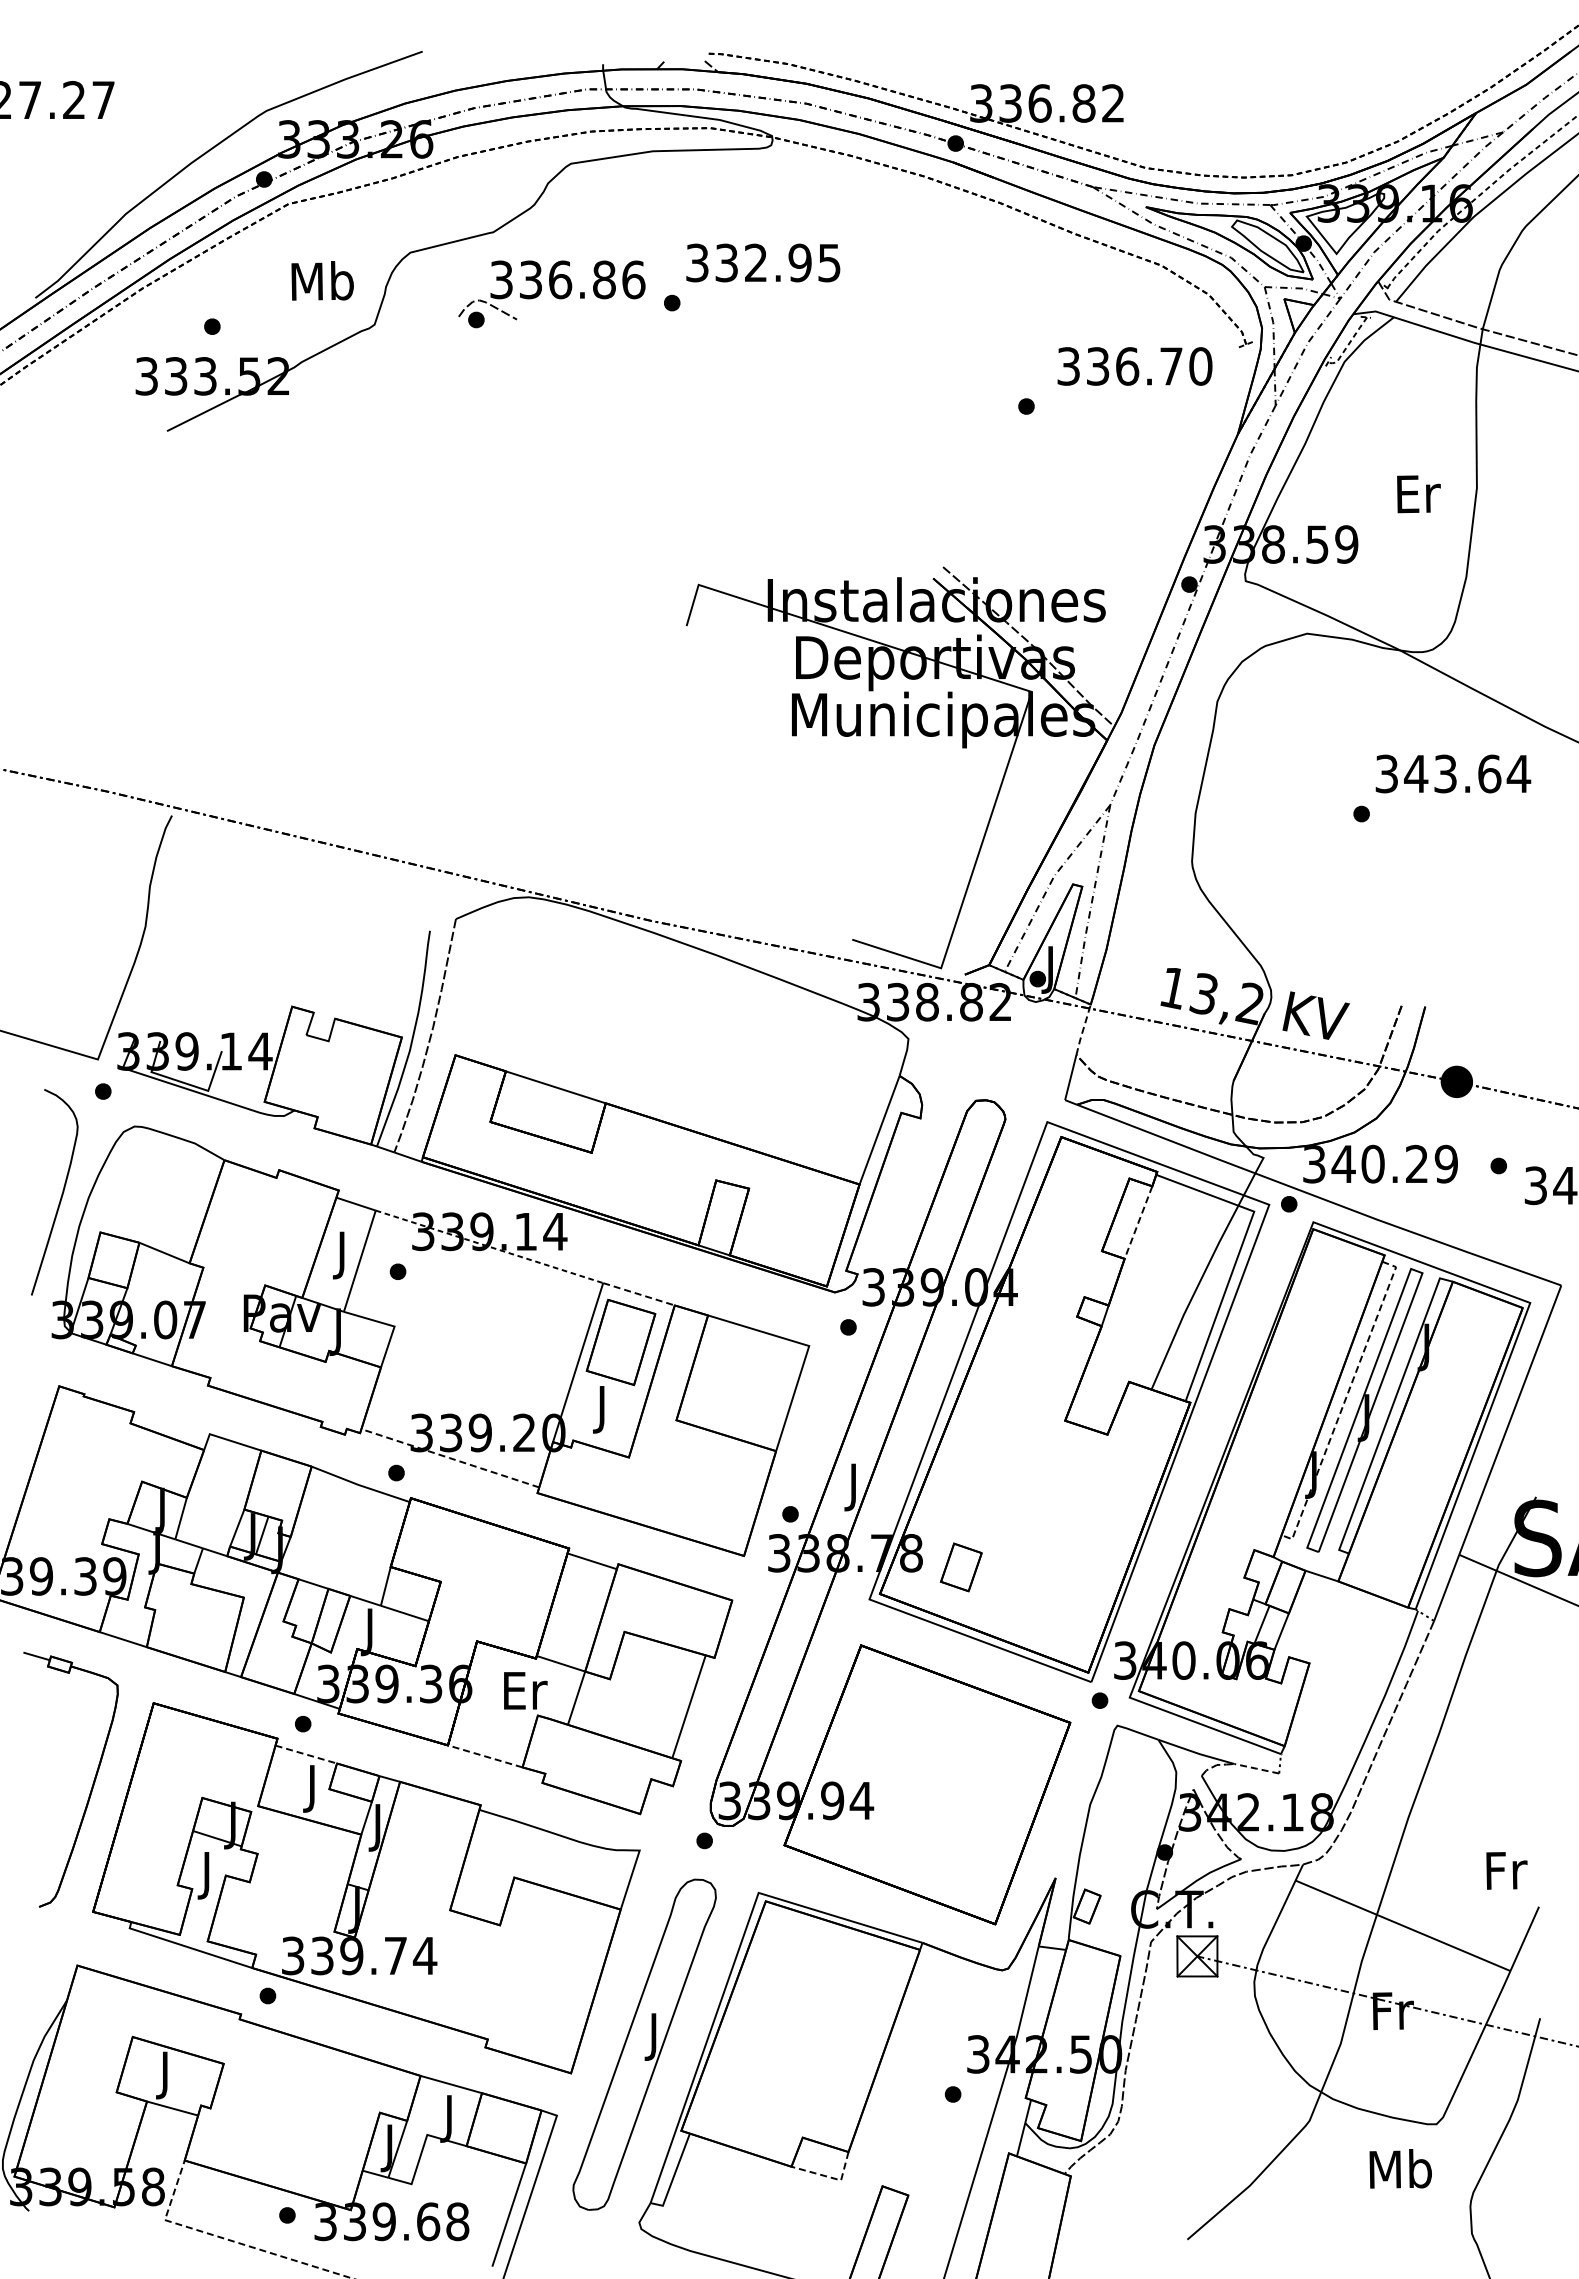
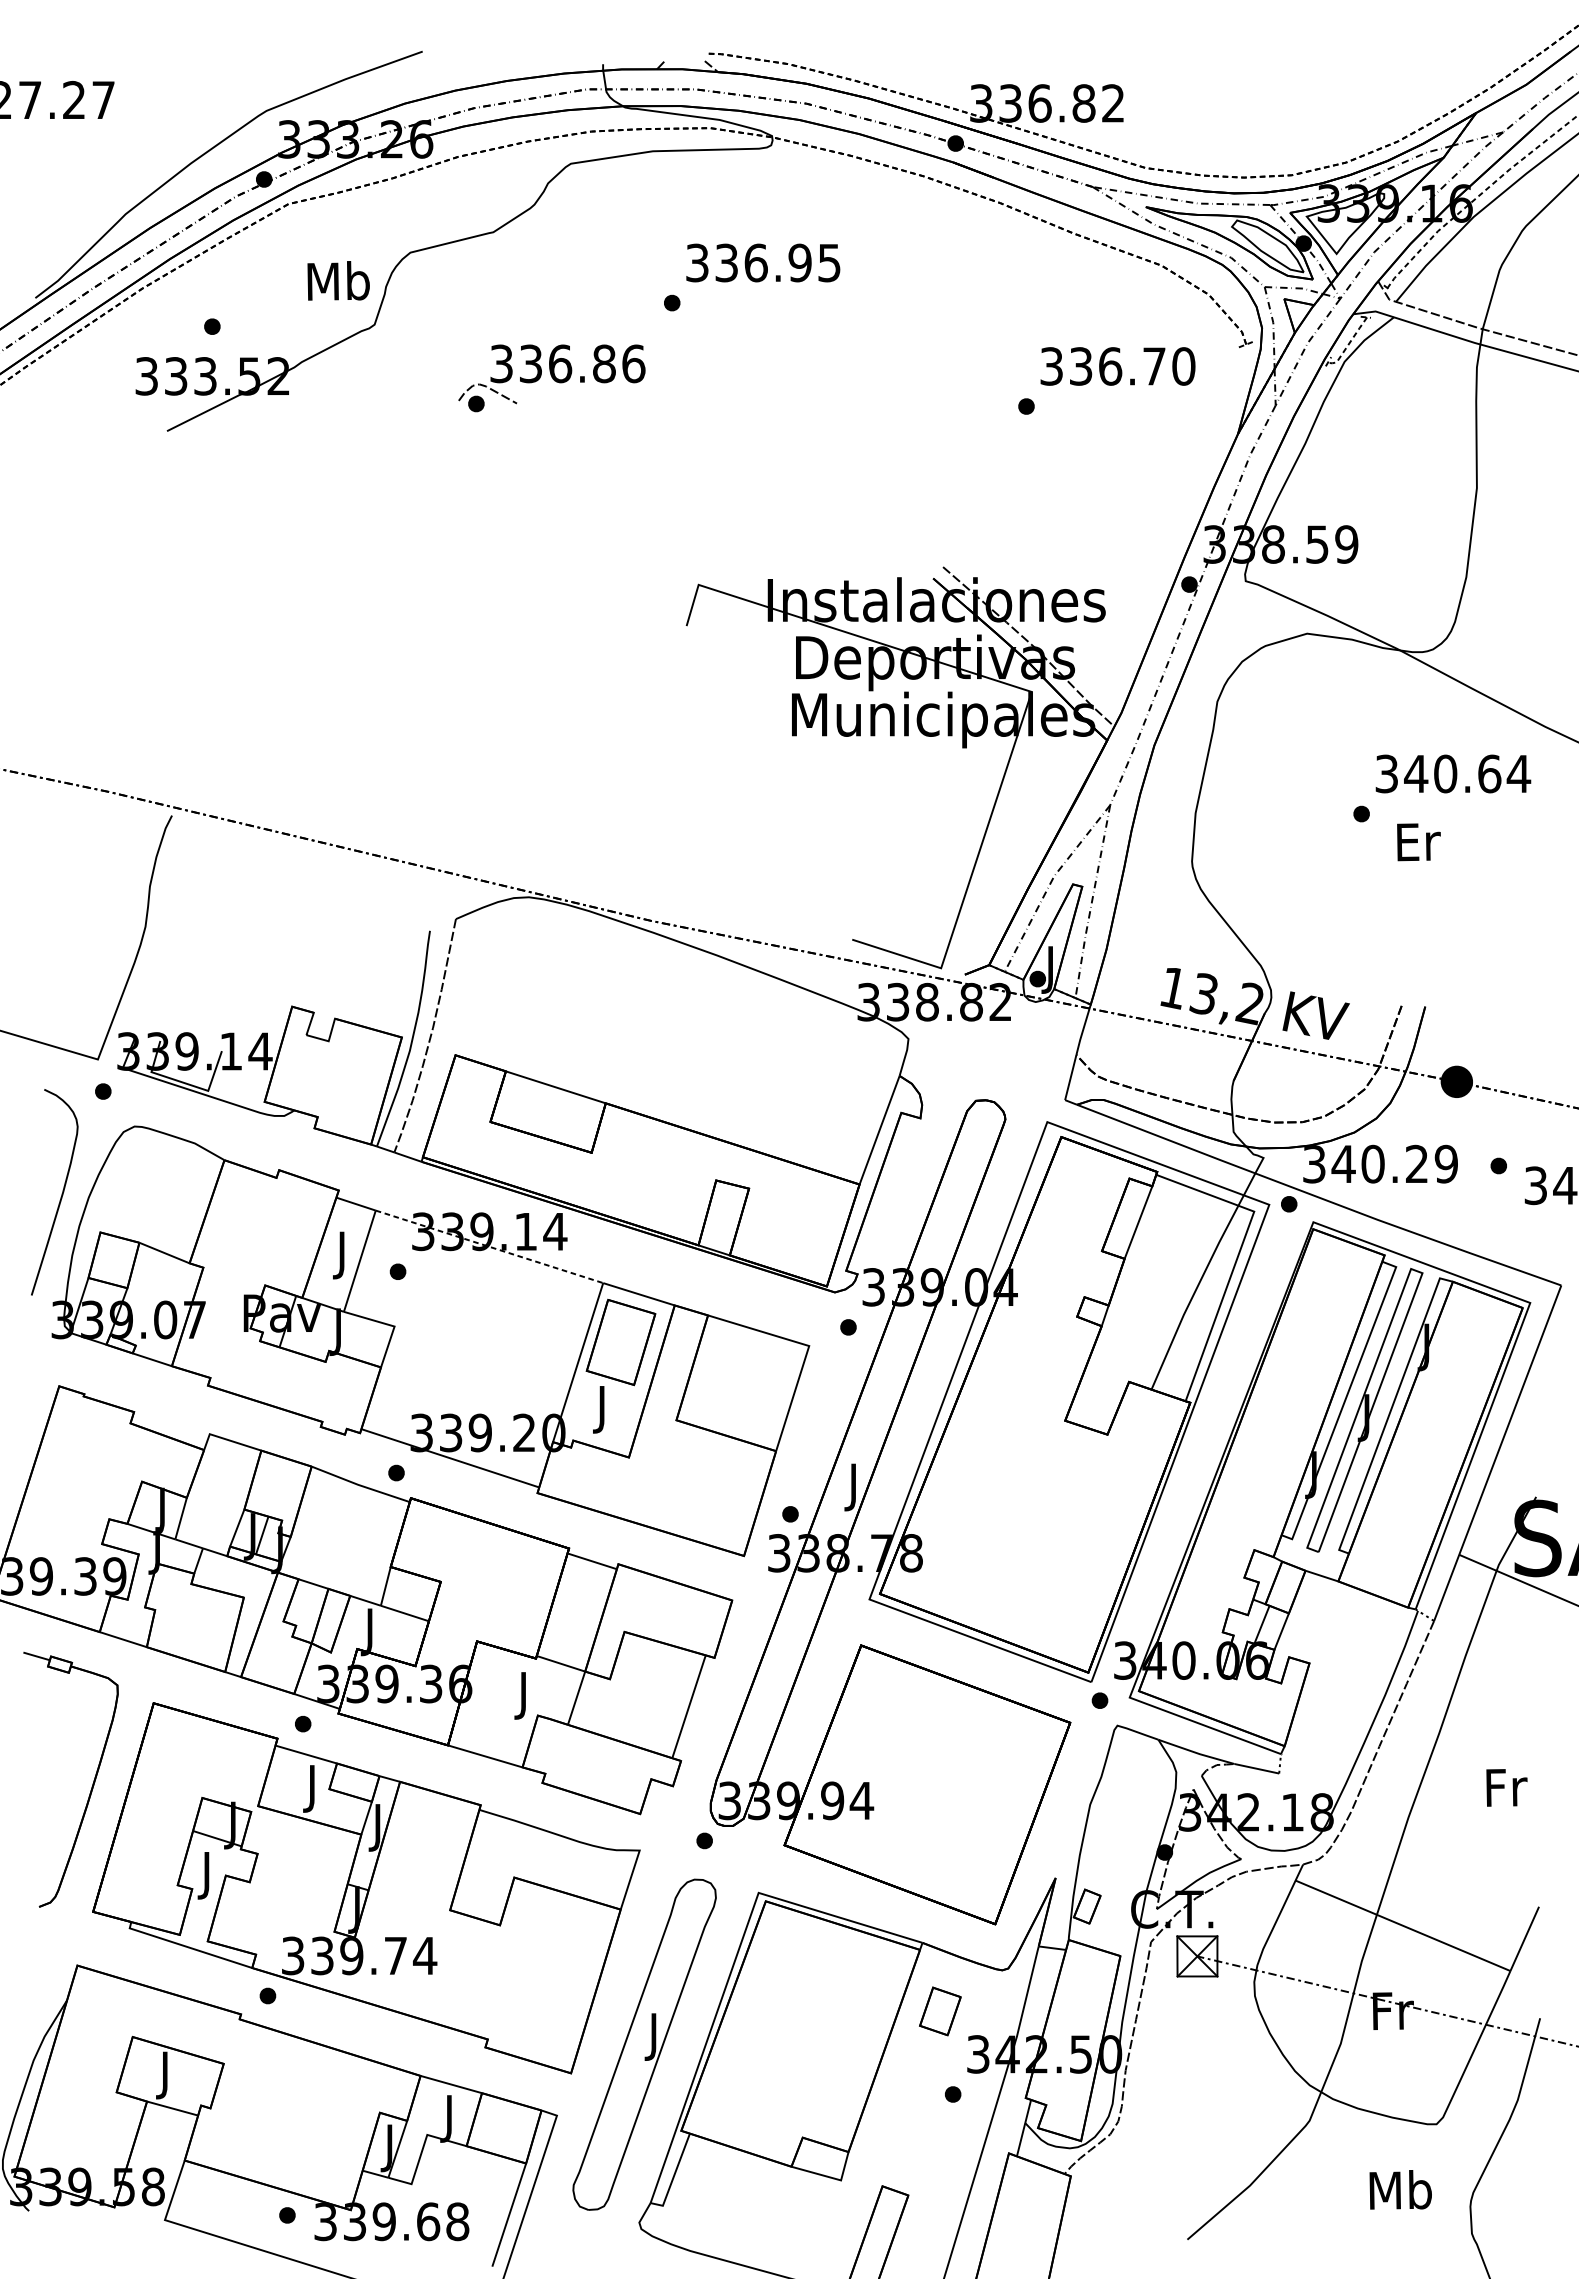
text at (755, 262): 332.95 -> 336.95
text at (322, 280) position: (322, 280) -> (338, 280)
part at (551, 294) position: (551, 294) -> (551, 378)
text at (1134, 366) position: (1134, 366) -> (1117, 366)
text at (1418, 494) position: (1418, 494) -> (1418, 842)
text at (1445, 773): 343.64 -> 340.64
line at (1083, 1030): dashed -> solid
line at (1138, 1222): dashed -> solid
line at (639, 1294): dashed -> solid
line at (1344, 1402): dashed -> solid
line at (449, 1458): dashed -> solid
part at (961, 1567) position: (961, 1567) -> (940, 2011)
text at (525, 1695): Er -> J
line at (306, 1754): dashed -> solid
line at (485, 1756): dashed -> solid
line at (1256, 1768): dashed -> solid
text at (1506, 1870) position: (1506, 1870) -> (1506, 1787)
text at (1400, 2168) position: (1400, 2168) -> (1400, 2189)
line at (830, 2177): dashed -> solid
line at (228, 2240): dashed -> solid
